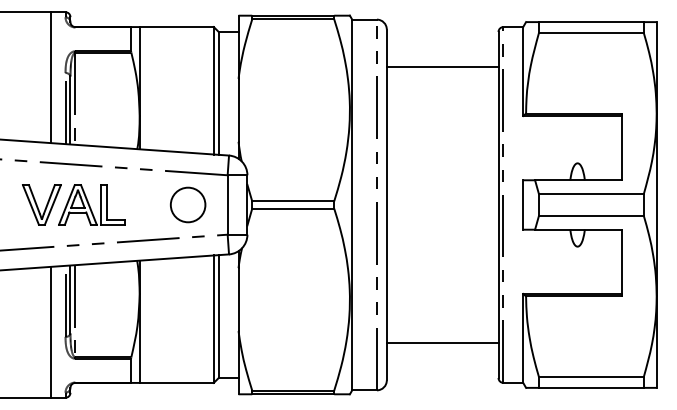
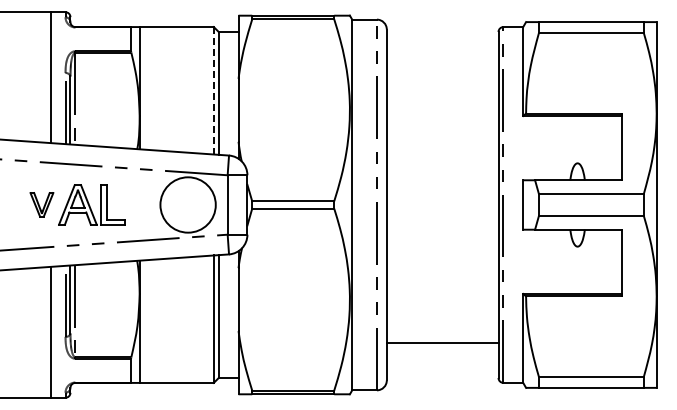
line at (442, 66): present -> none
line at (213, 90): solid -> dashed
part at (41, 204) size: 40x42 px -> 26x26 px
circle at (187, 204) diameter: 35 px -> 55 px
